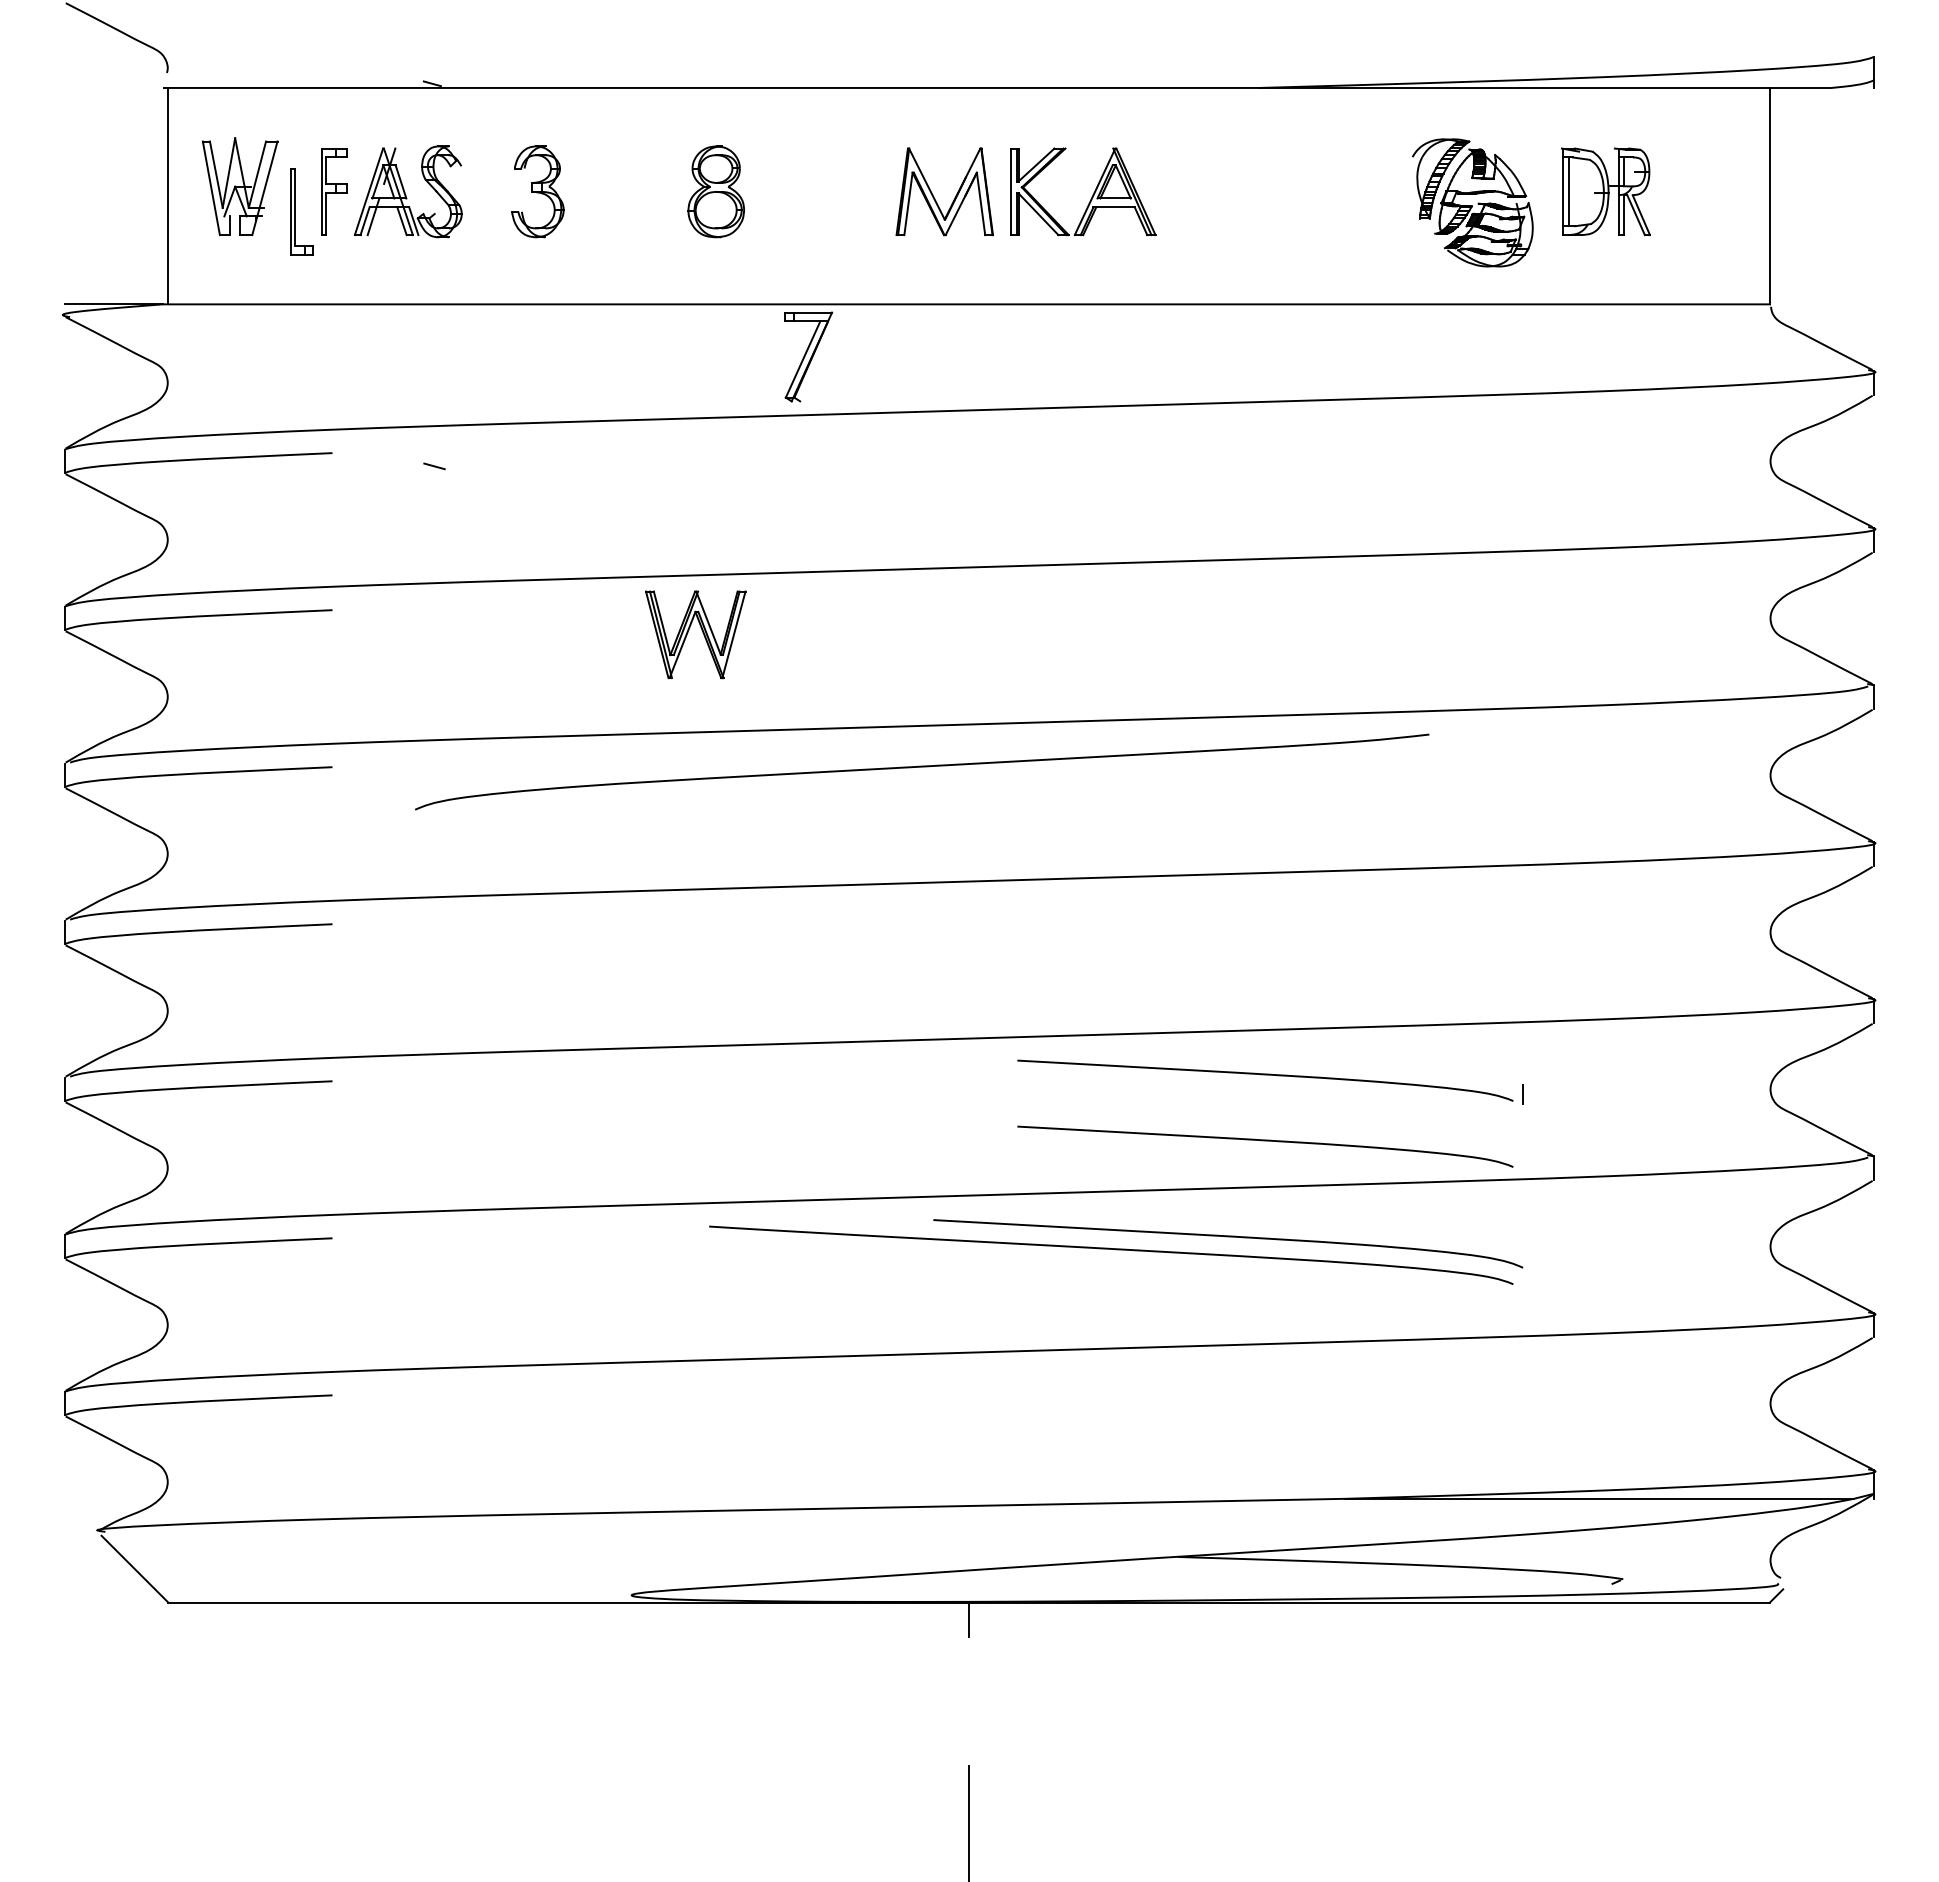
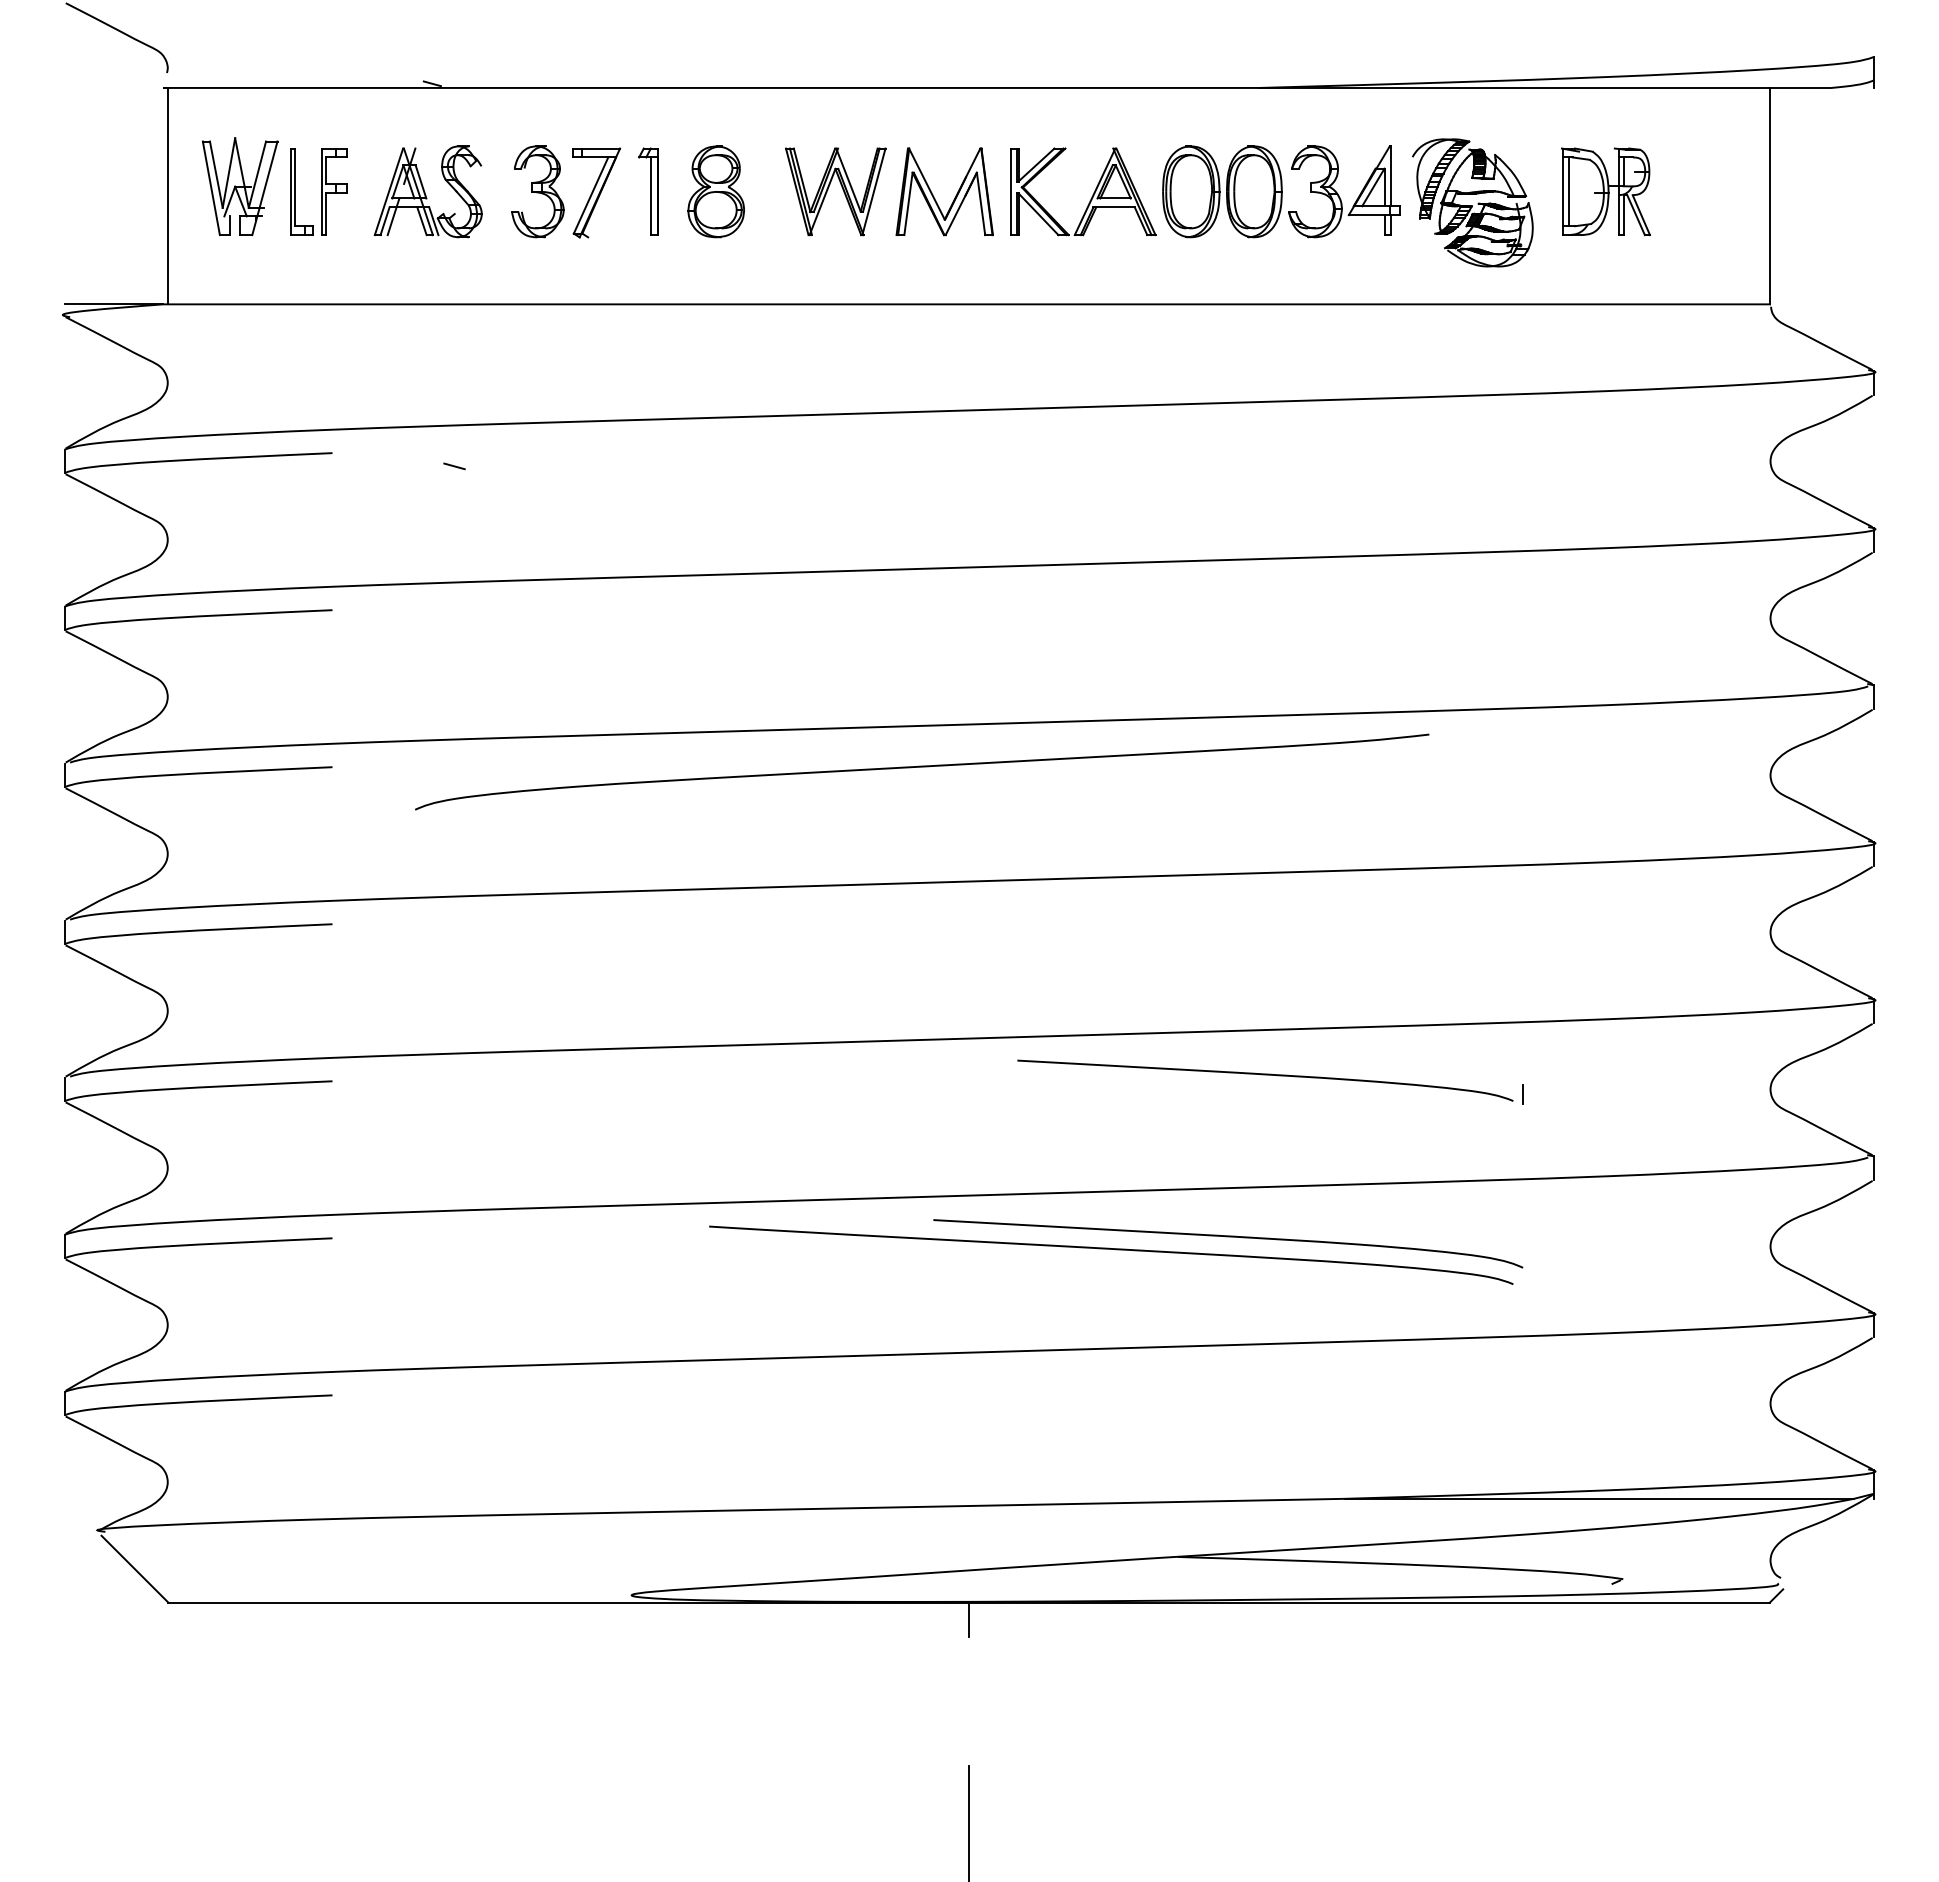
part at (407, 191) position: (407, 191) -> (427, 191)
part at (648, 191): none -> present
part at (1281, 191): none -> present
part at (301, 211) position: (301, 211) -> (301, 191)
part at (808, 356) position: (808, 356) -> (596, 192)
line at (434, 466) position: (434, 466) -> (454, 466)
part at (702, 633) position: (702, 633) -> (842, 190)
curve at (1265, 1141): present -> none
